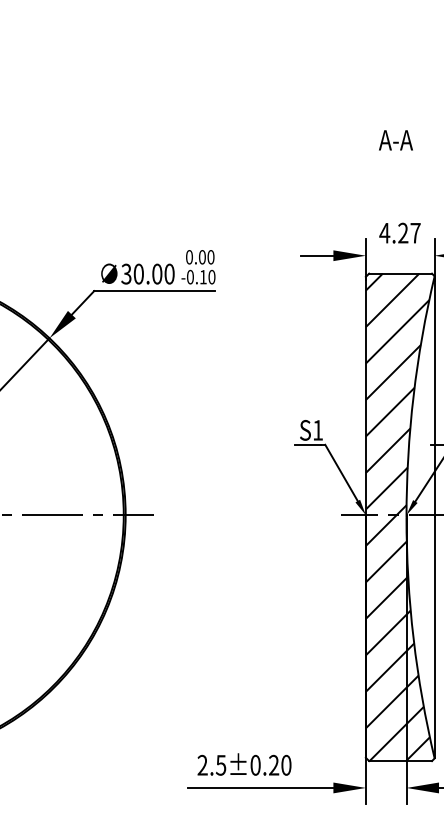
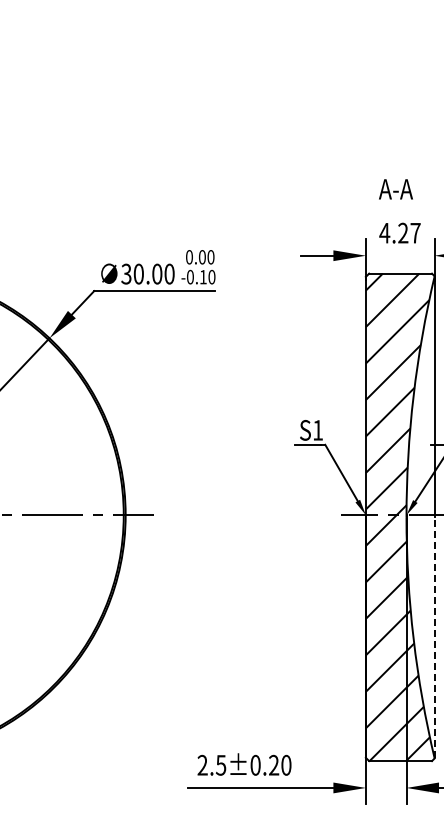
text at (395, 140) position: (395, 140) -> (395, 189)
line at (434, 637): solid -> dashed
